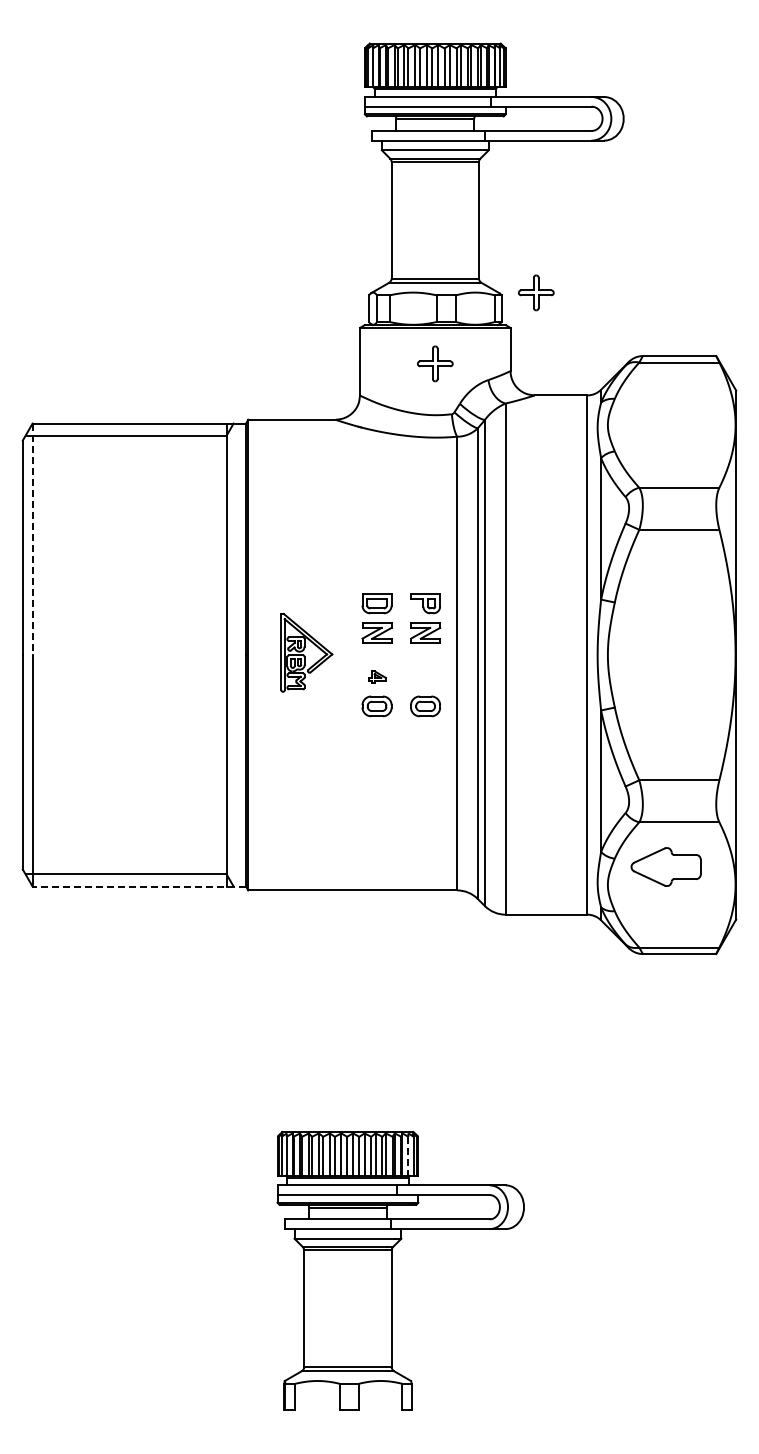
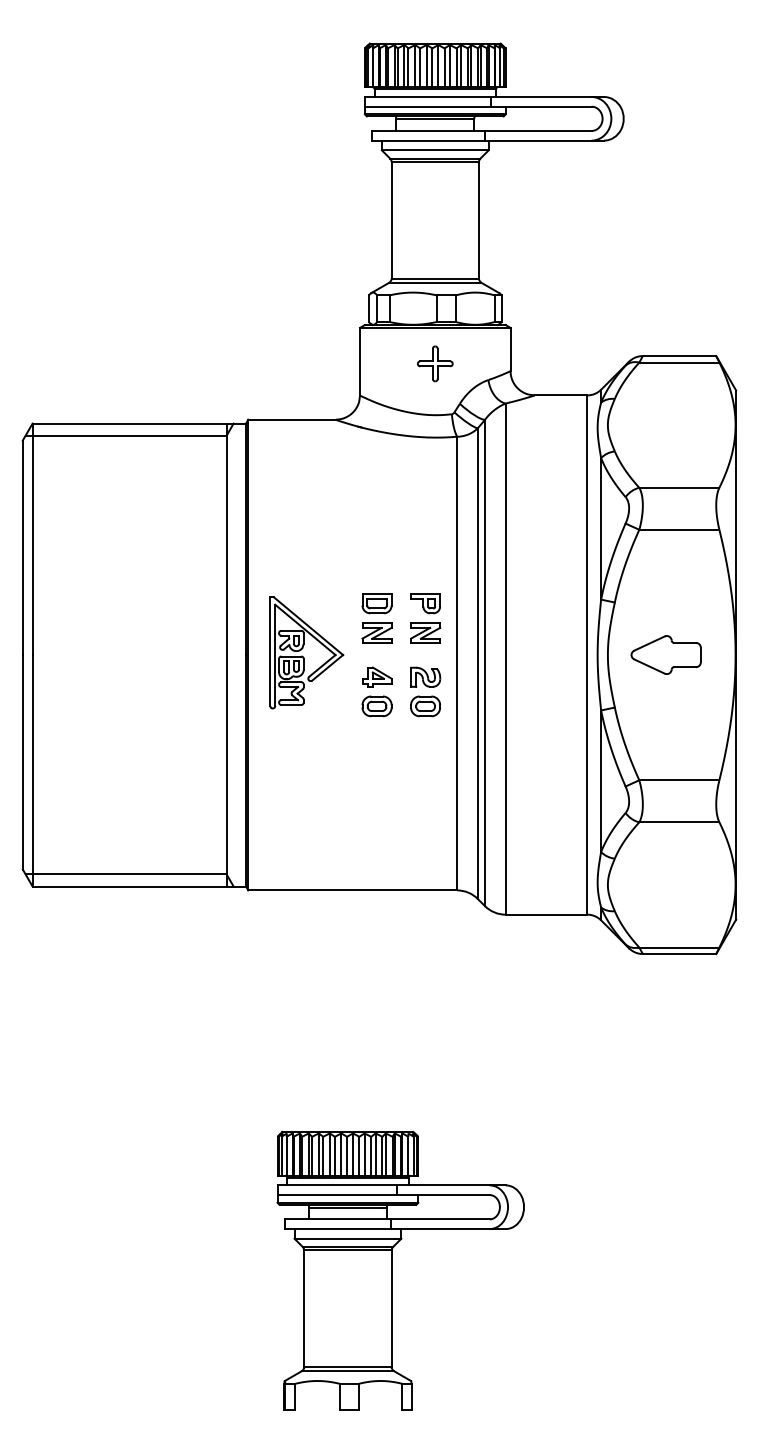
part at (536, 292): present -> none
line at (32, 539): dashed -> solid
part at (306, 652) size: 54x80 px -> 76x114 px
part at (377, 676) size: 19x14 px -> 31x22 px
part at (425, 676): none -> present
part at (665, 866) position: (665, 866) -> (665, 654)
line at (139, 886): dashed -> solid
line at (408, 1156): dashed -> solid
